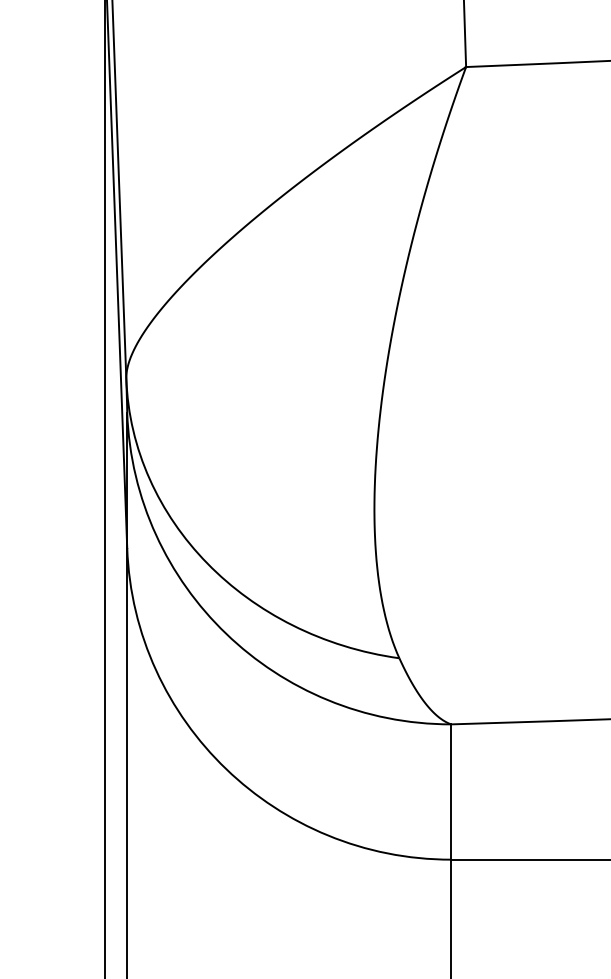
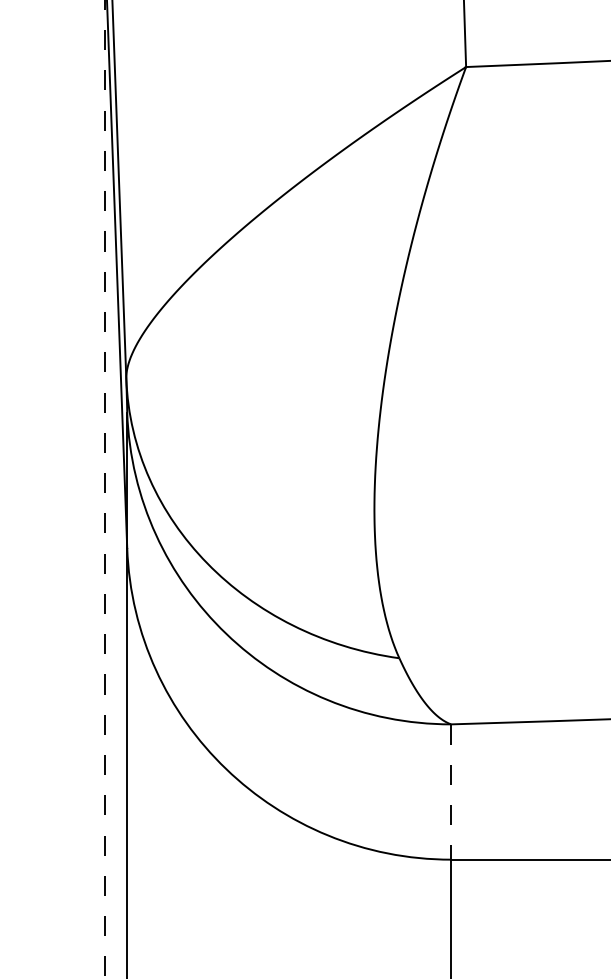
line at (105, 489): solid -> dashed
line at (451, 792): solid -> dashed
